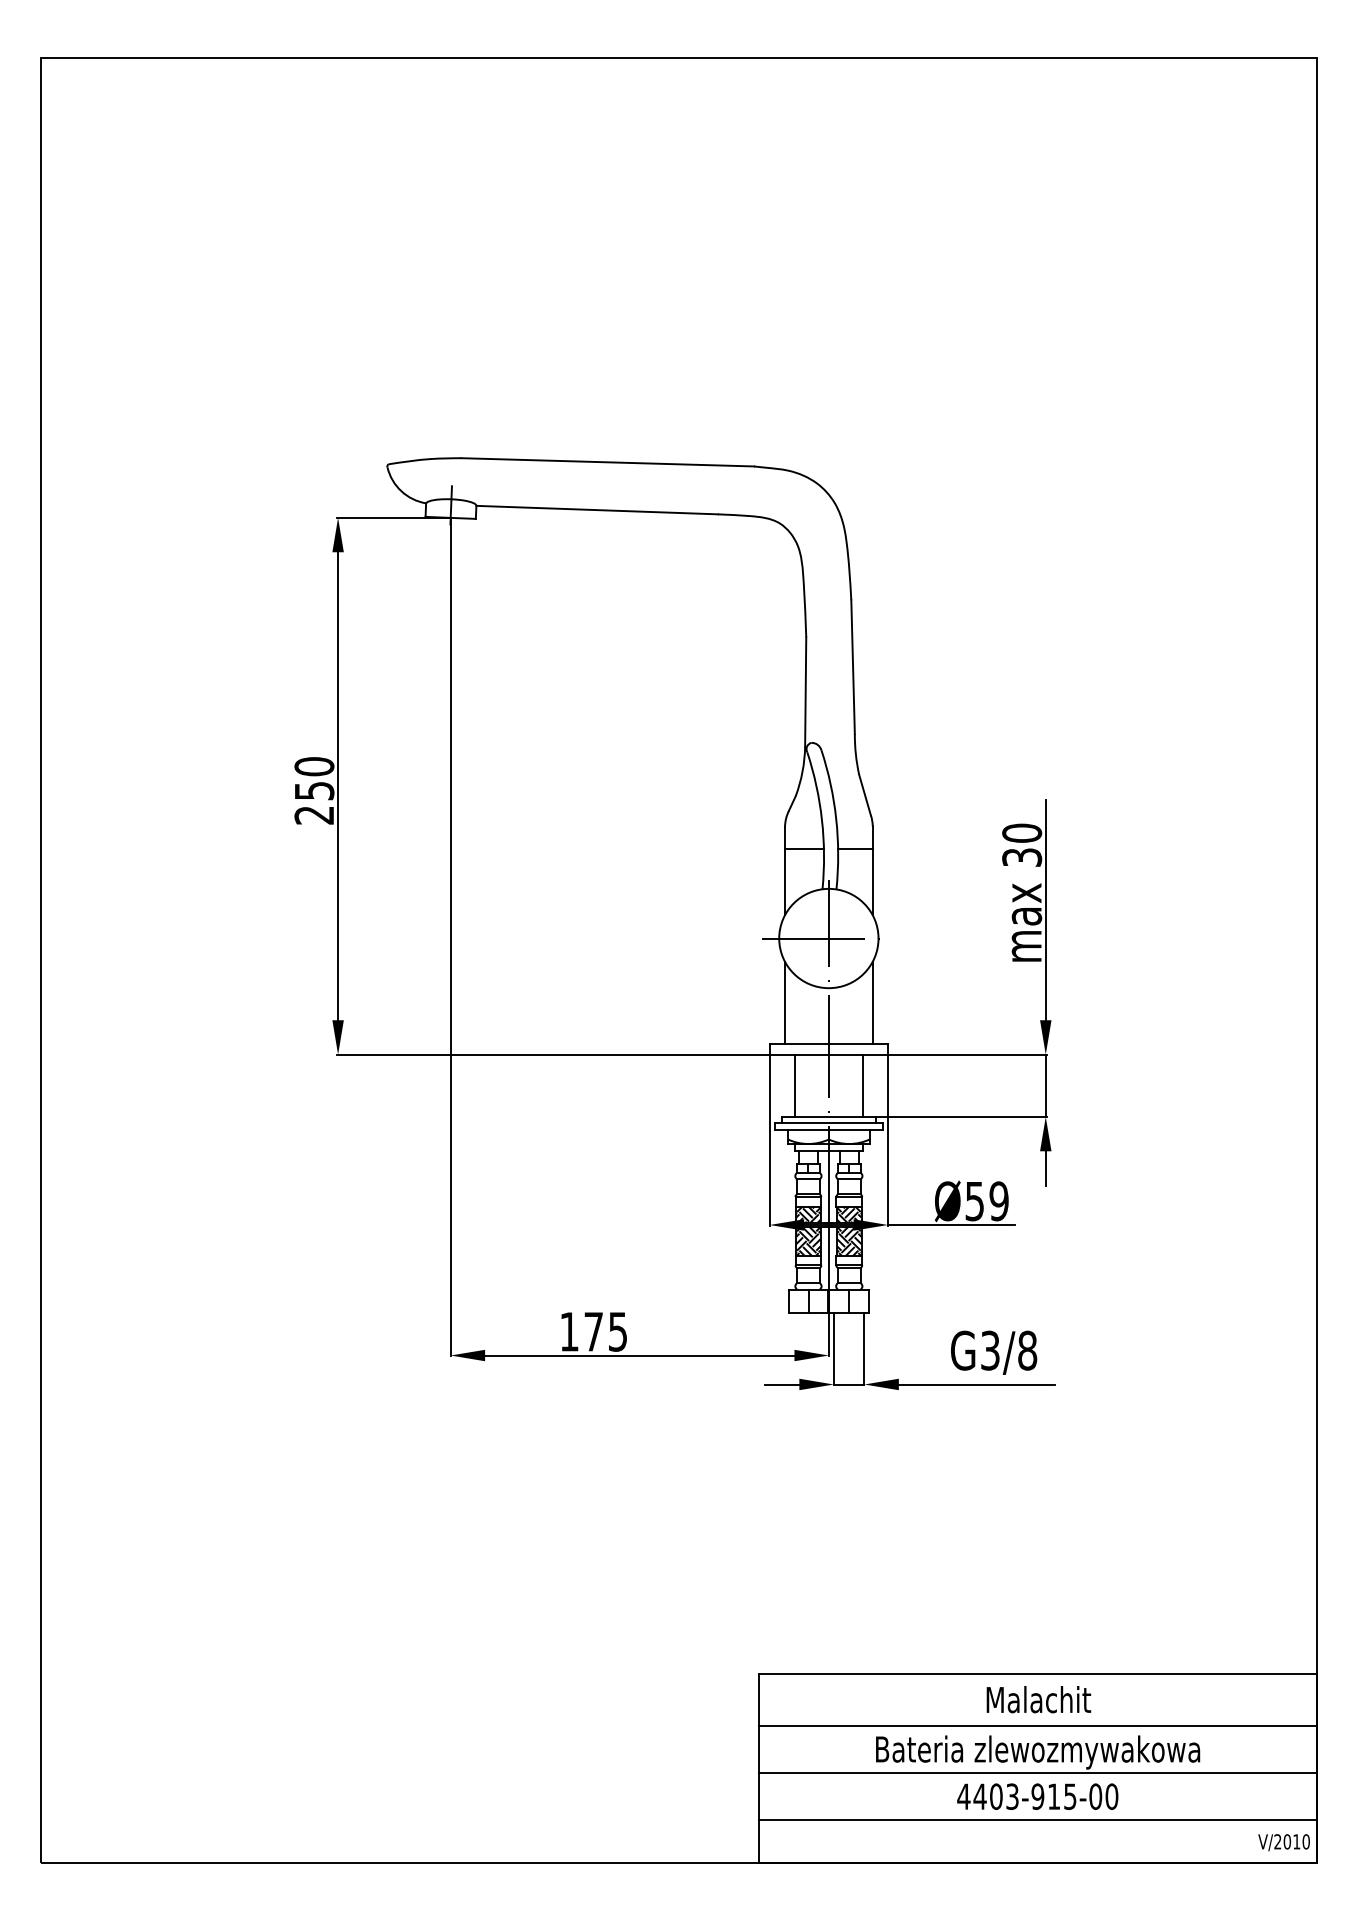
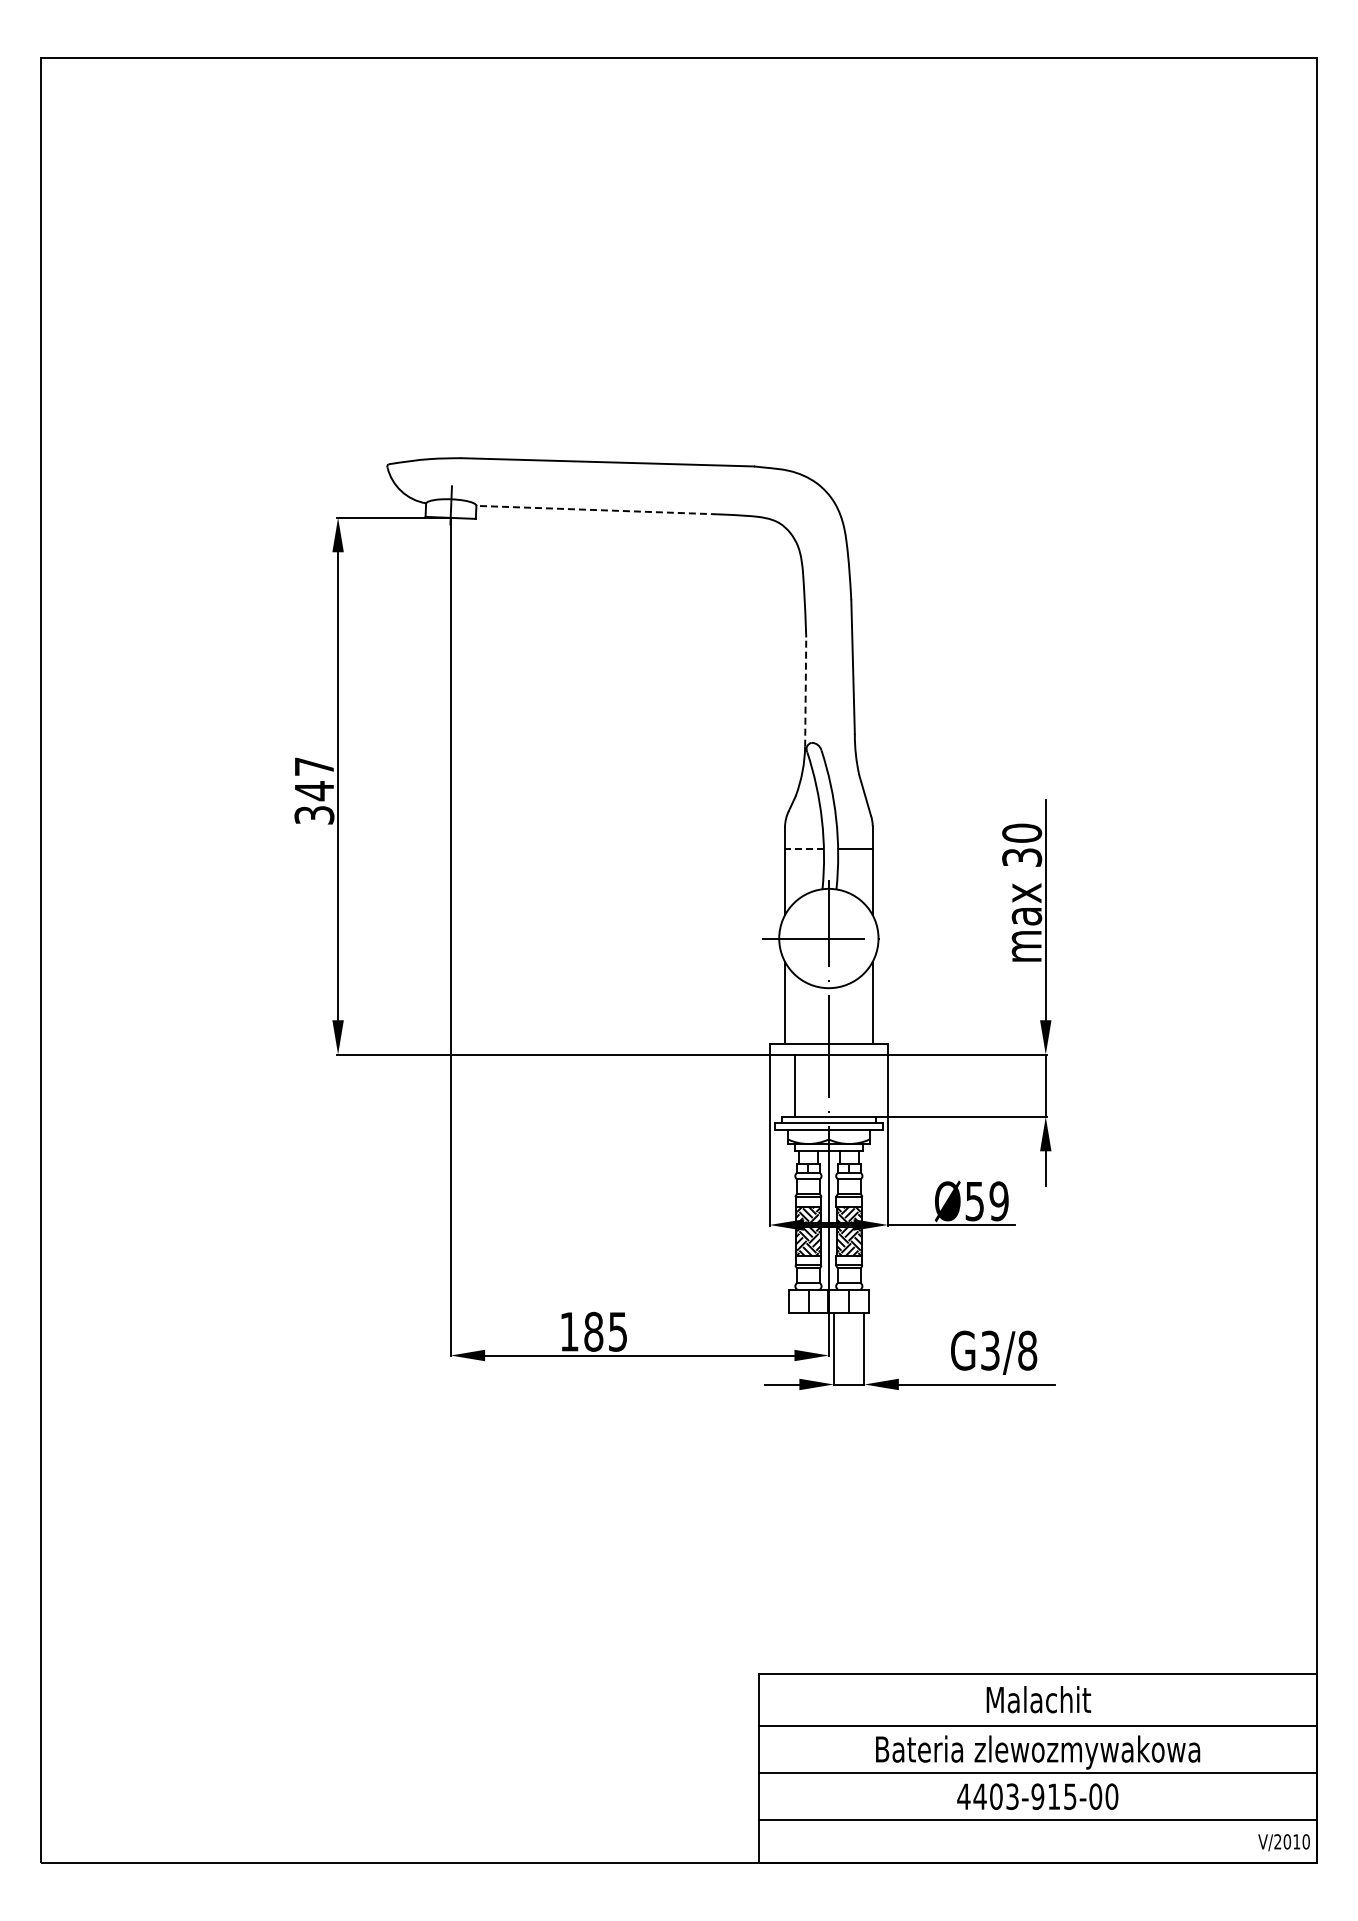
line at (597, 510): solid -> dashed
line at (805, 692): solid -> dashed
text at (314, 790): 250 -> 347
line at (804, 848): solid -> dashed
line at (862, 1085): present -> none
text at (593, 1331): 175 -> 185
